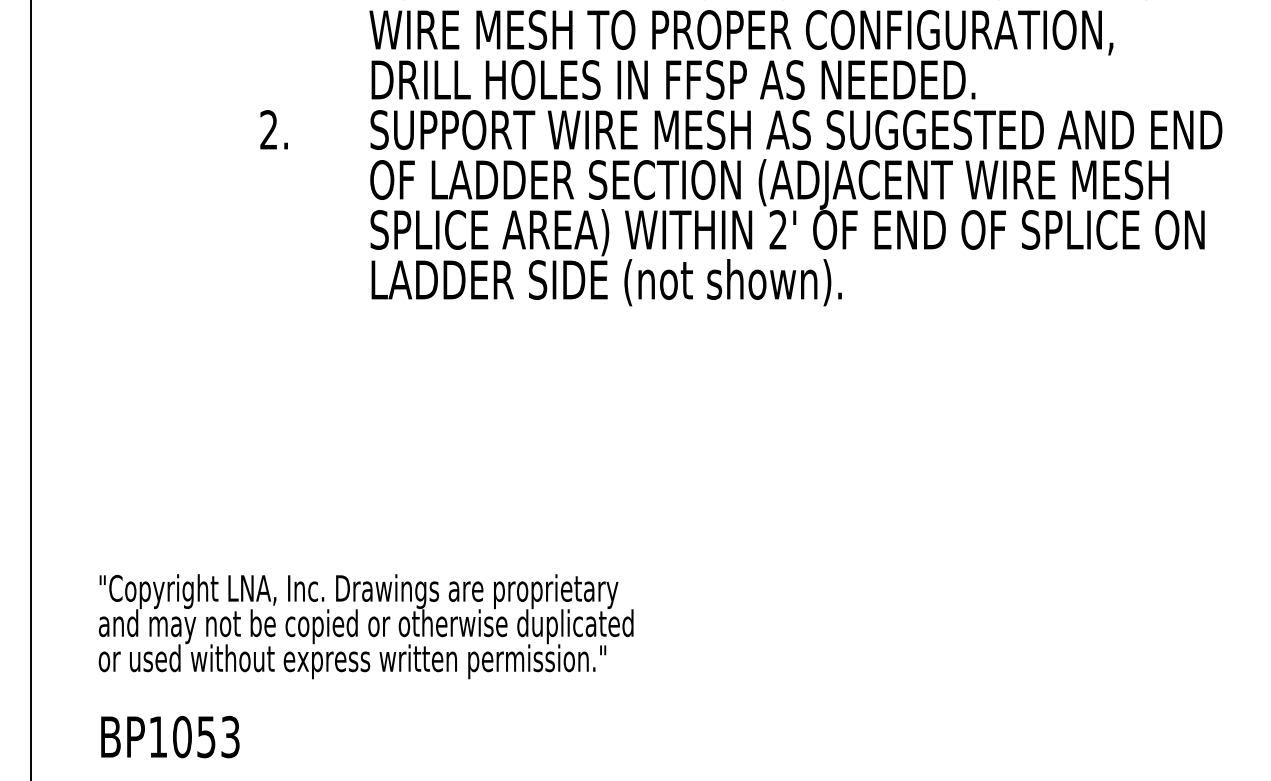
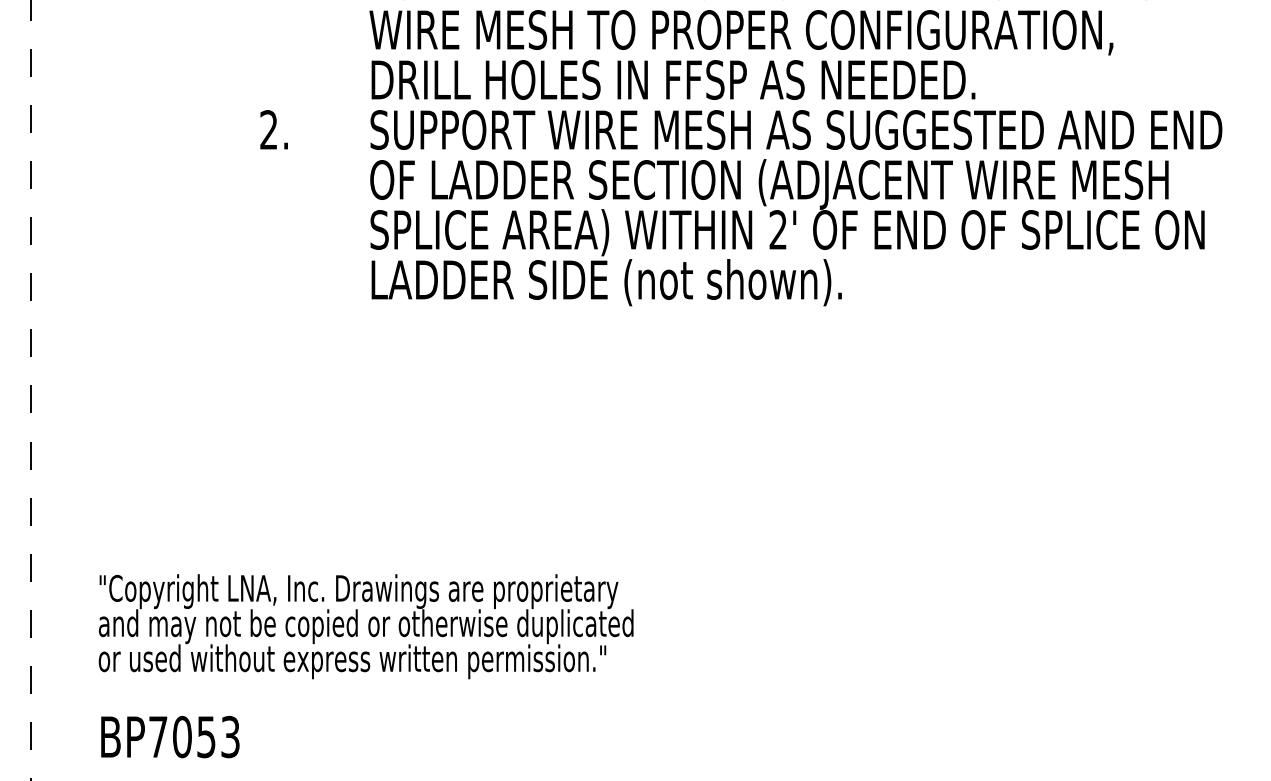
line at (30, 390): solid -> dashed
text at (158, 736): BP1053 -> BP7053
